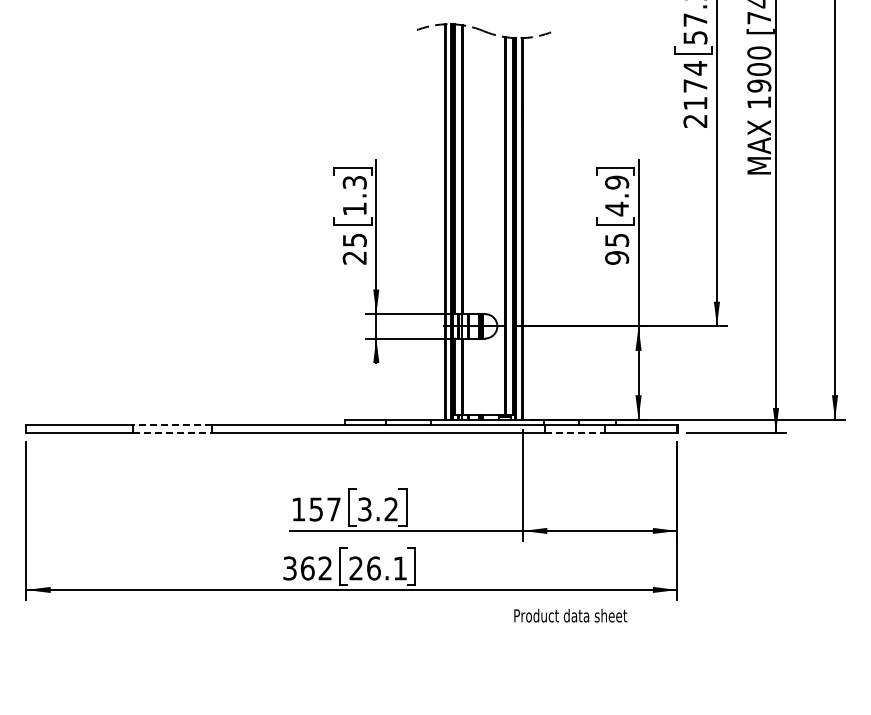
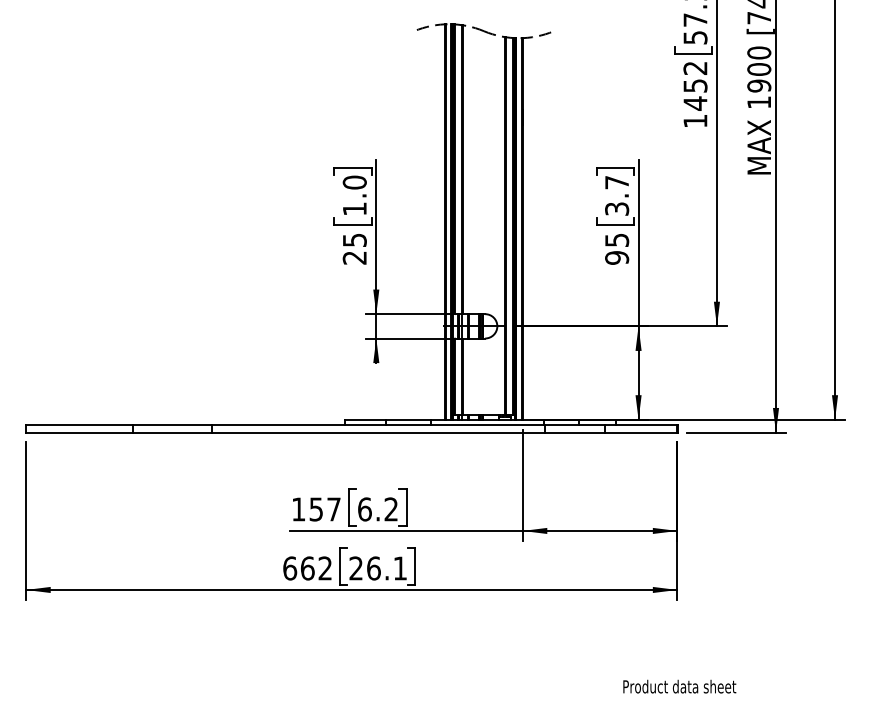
text at (695, 94): 2174 -> 1452
text at (354, 182): 1.3 -> 1.0
text at (617, 195): 4.9 -> 3.7
line at (172, 424): dashed -> solid
line at (172, 432): dashed -> solid
line at (575, 432): dashed -> solid
text at (364, 509): 3.2 -> 6.2
text at (290, 568): 362 -> 662
text at (570, 615) position: (570, 615) -> (679, 686)
